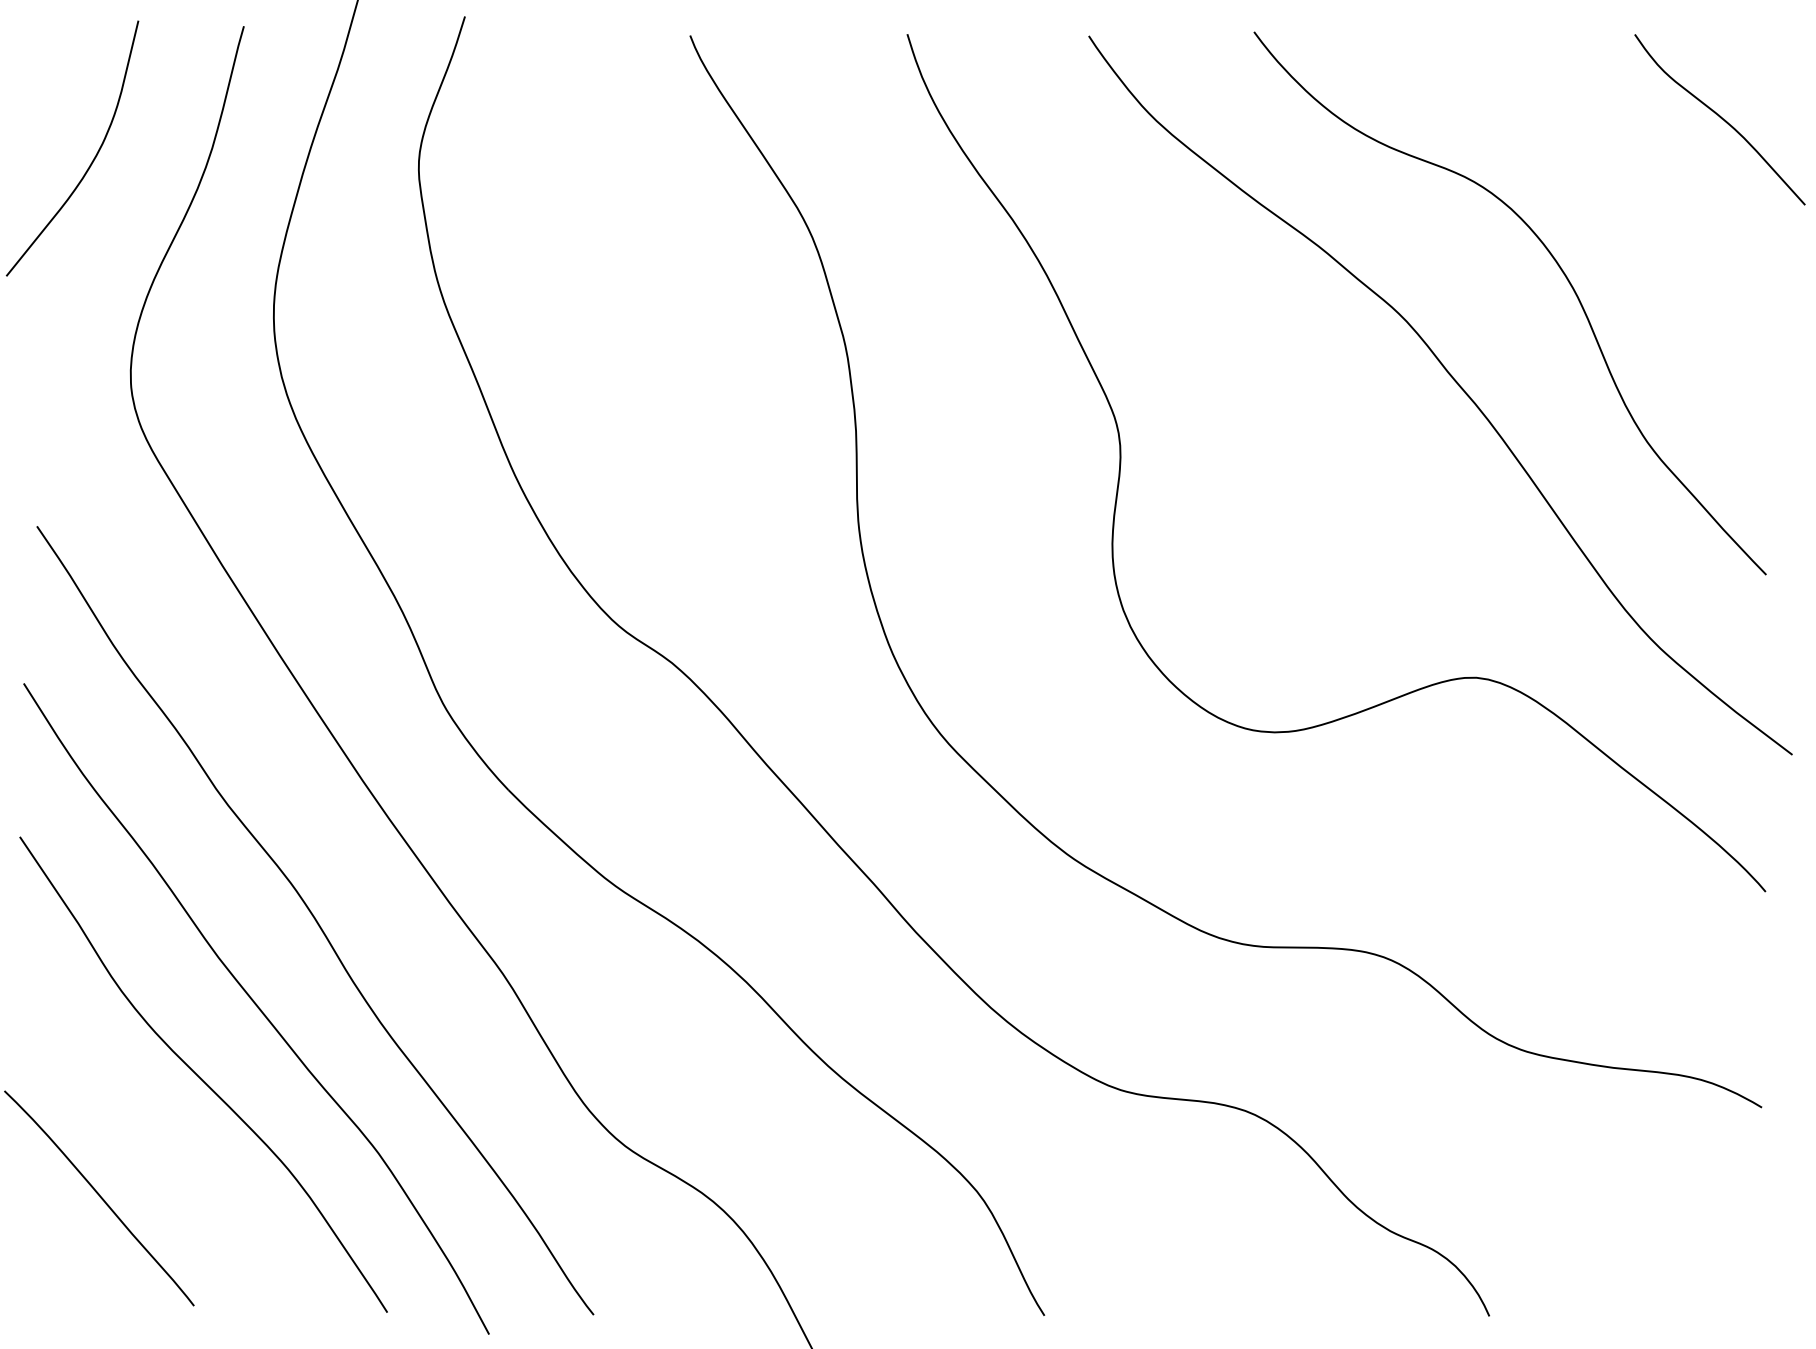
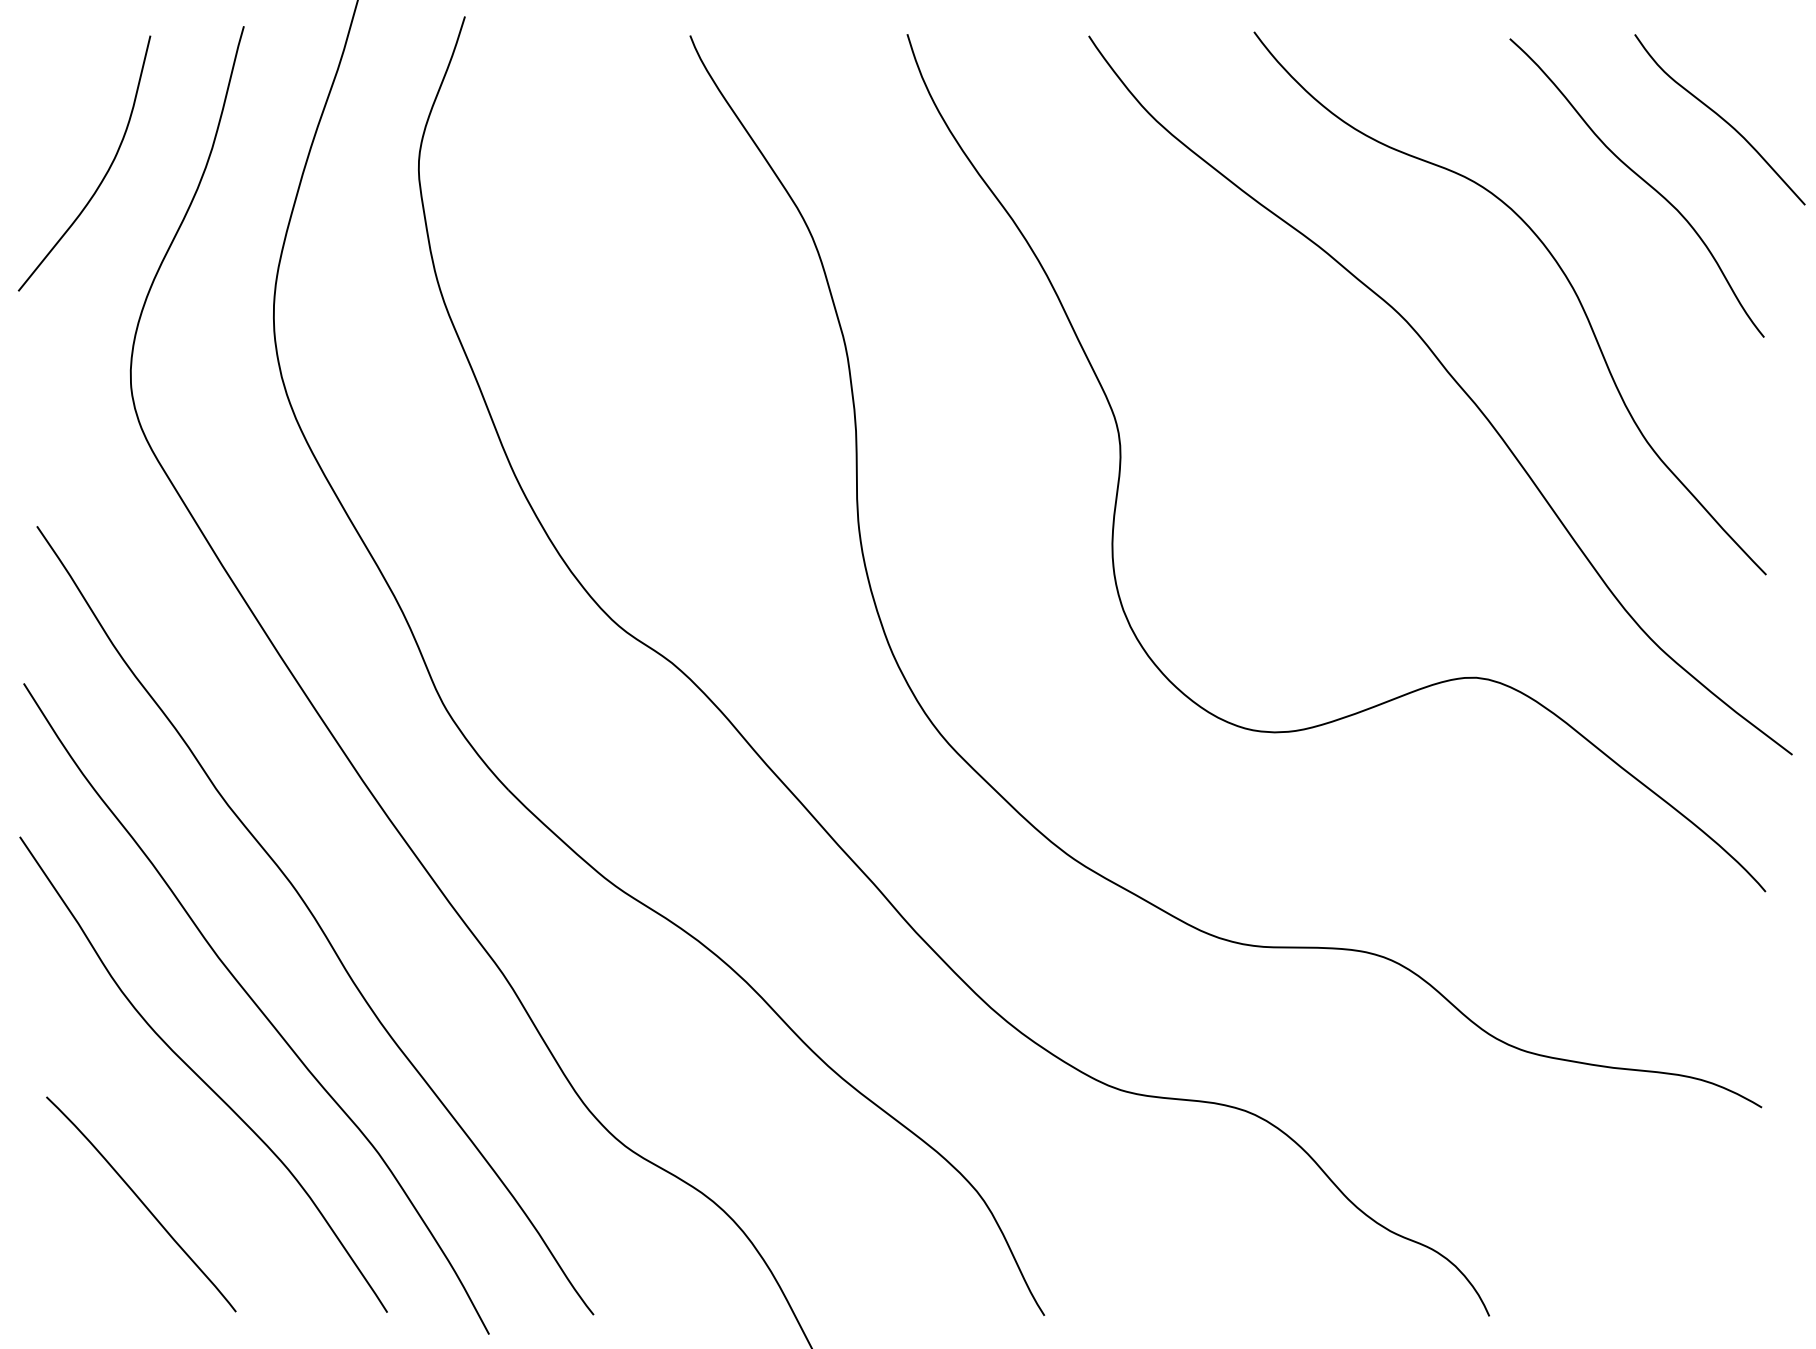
curve at (91, 161) position: (91, 161) -> (103, 176)
curve at (1642, 180): none -> present
curve at (100, 1198) position: (100, 1198) -> (142, 1204)
